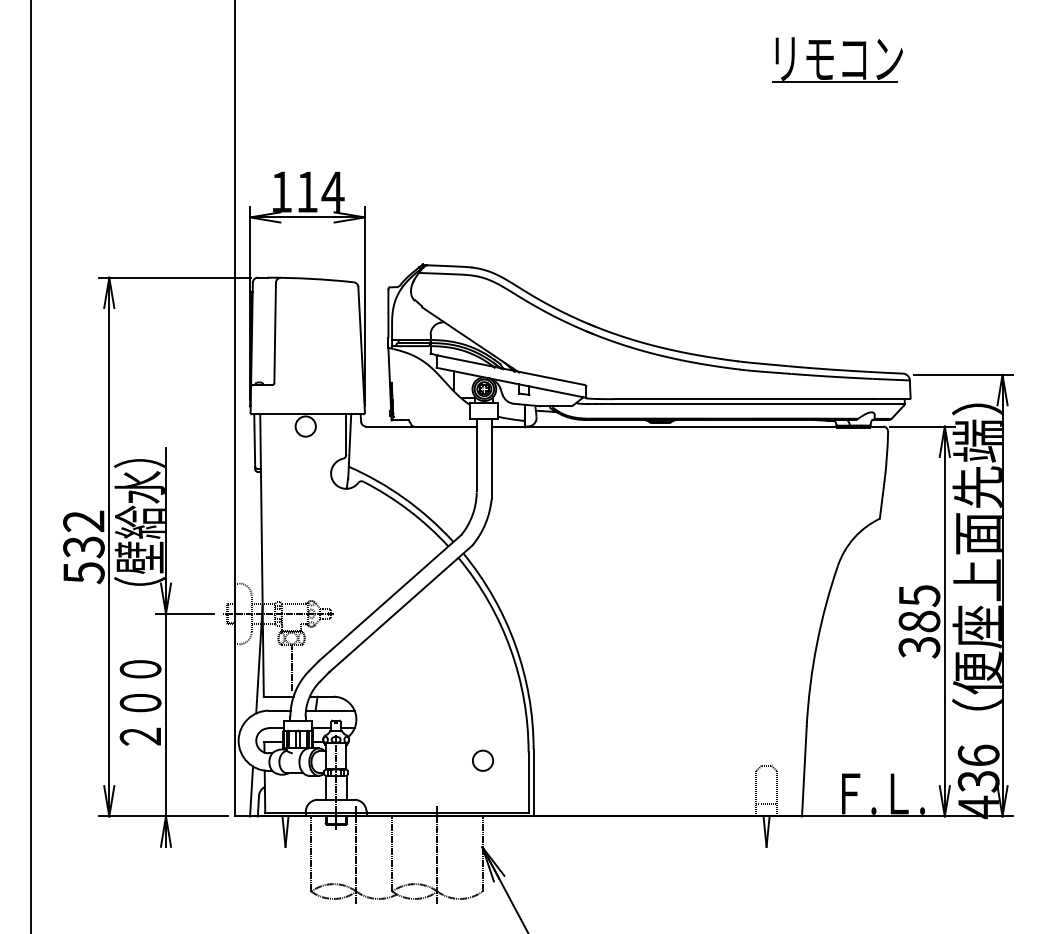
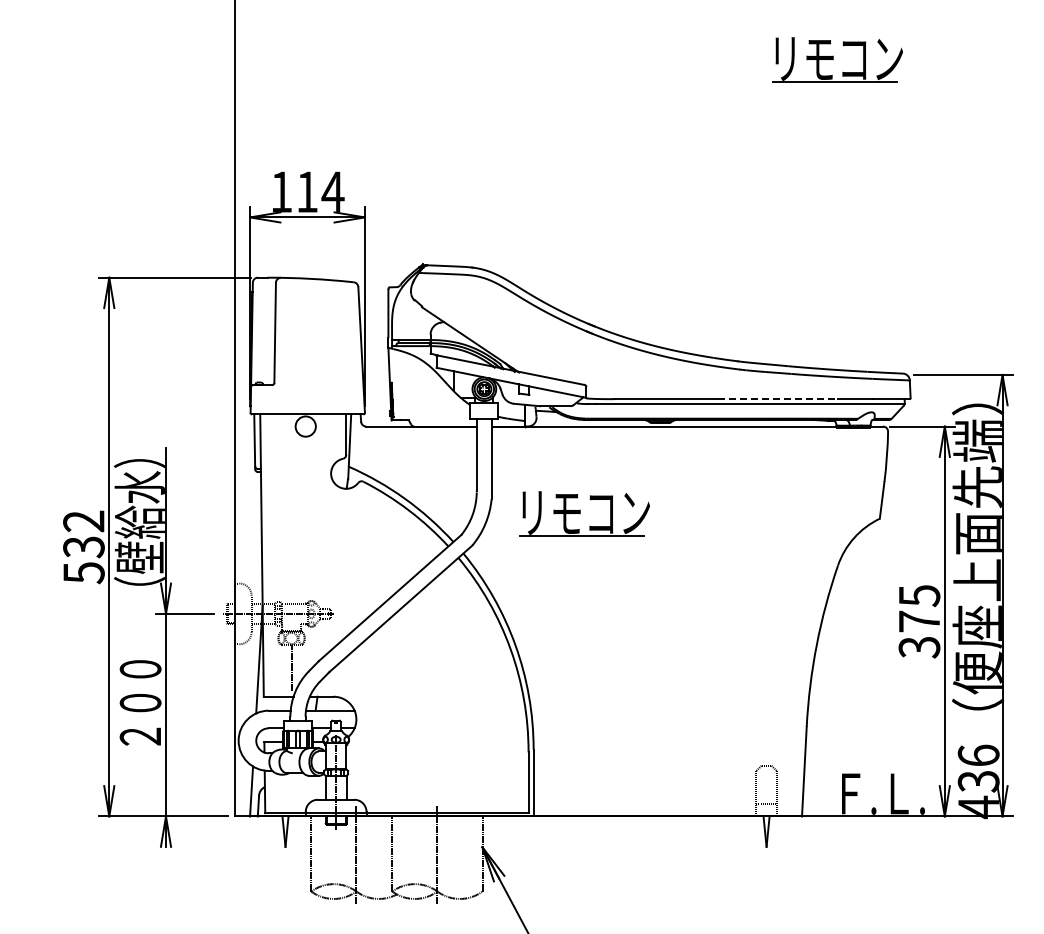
line at (778, 399): solid -> dashed
line at (31, 466): present -> none
part at (584, 513): none -> present
text at (919, 621): 385 -> 375
circle at (482, 760): present -> none
